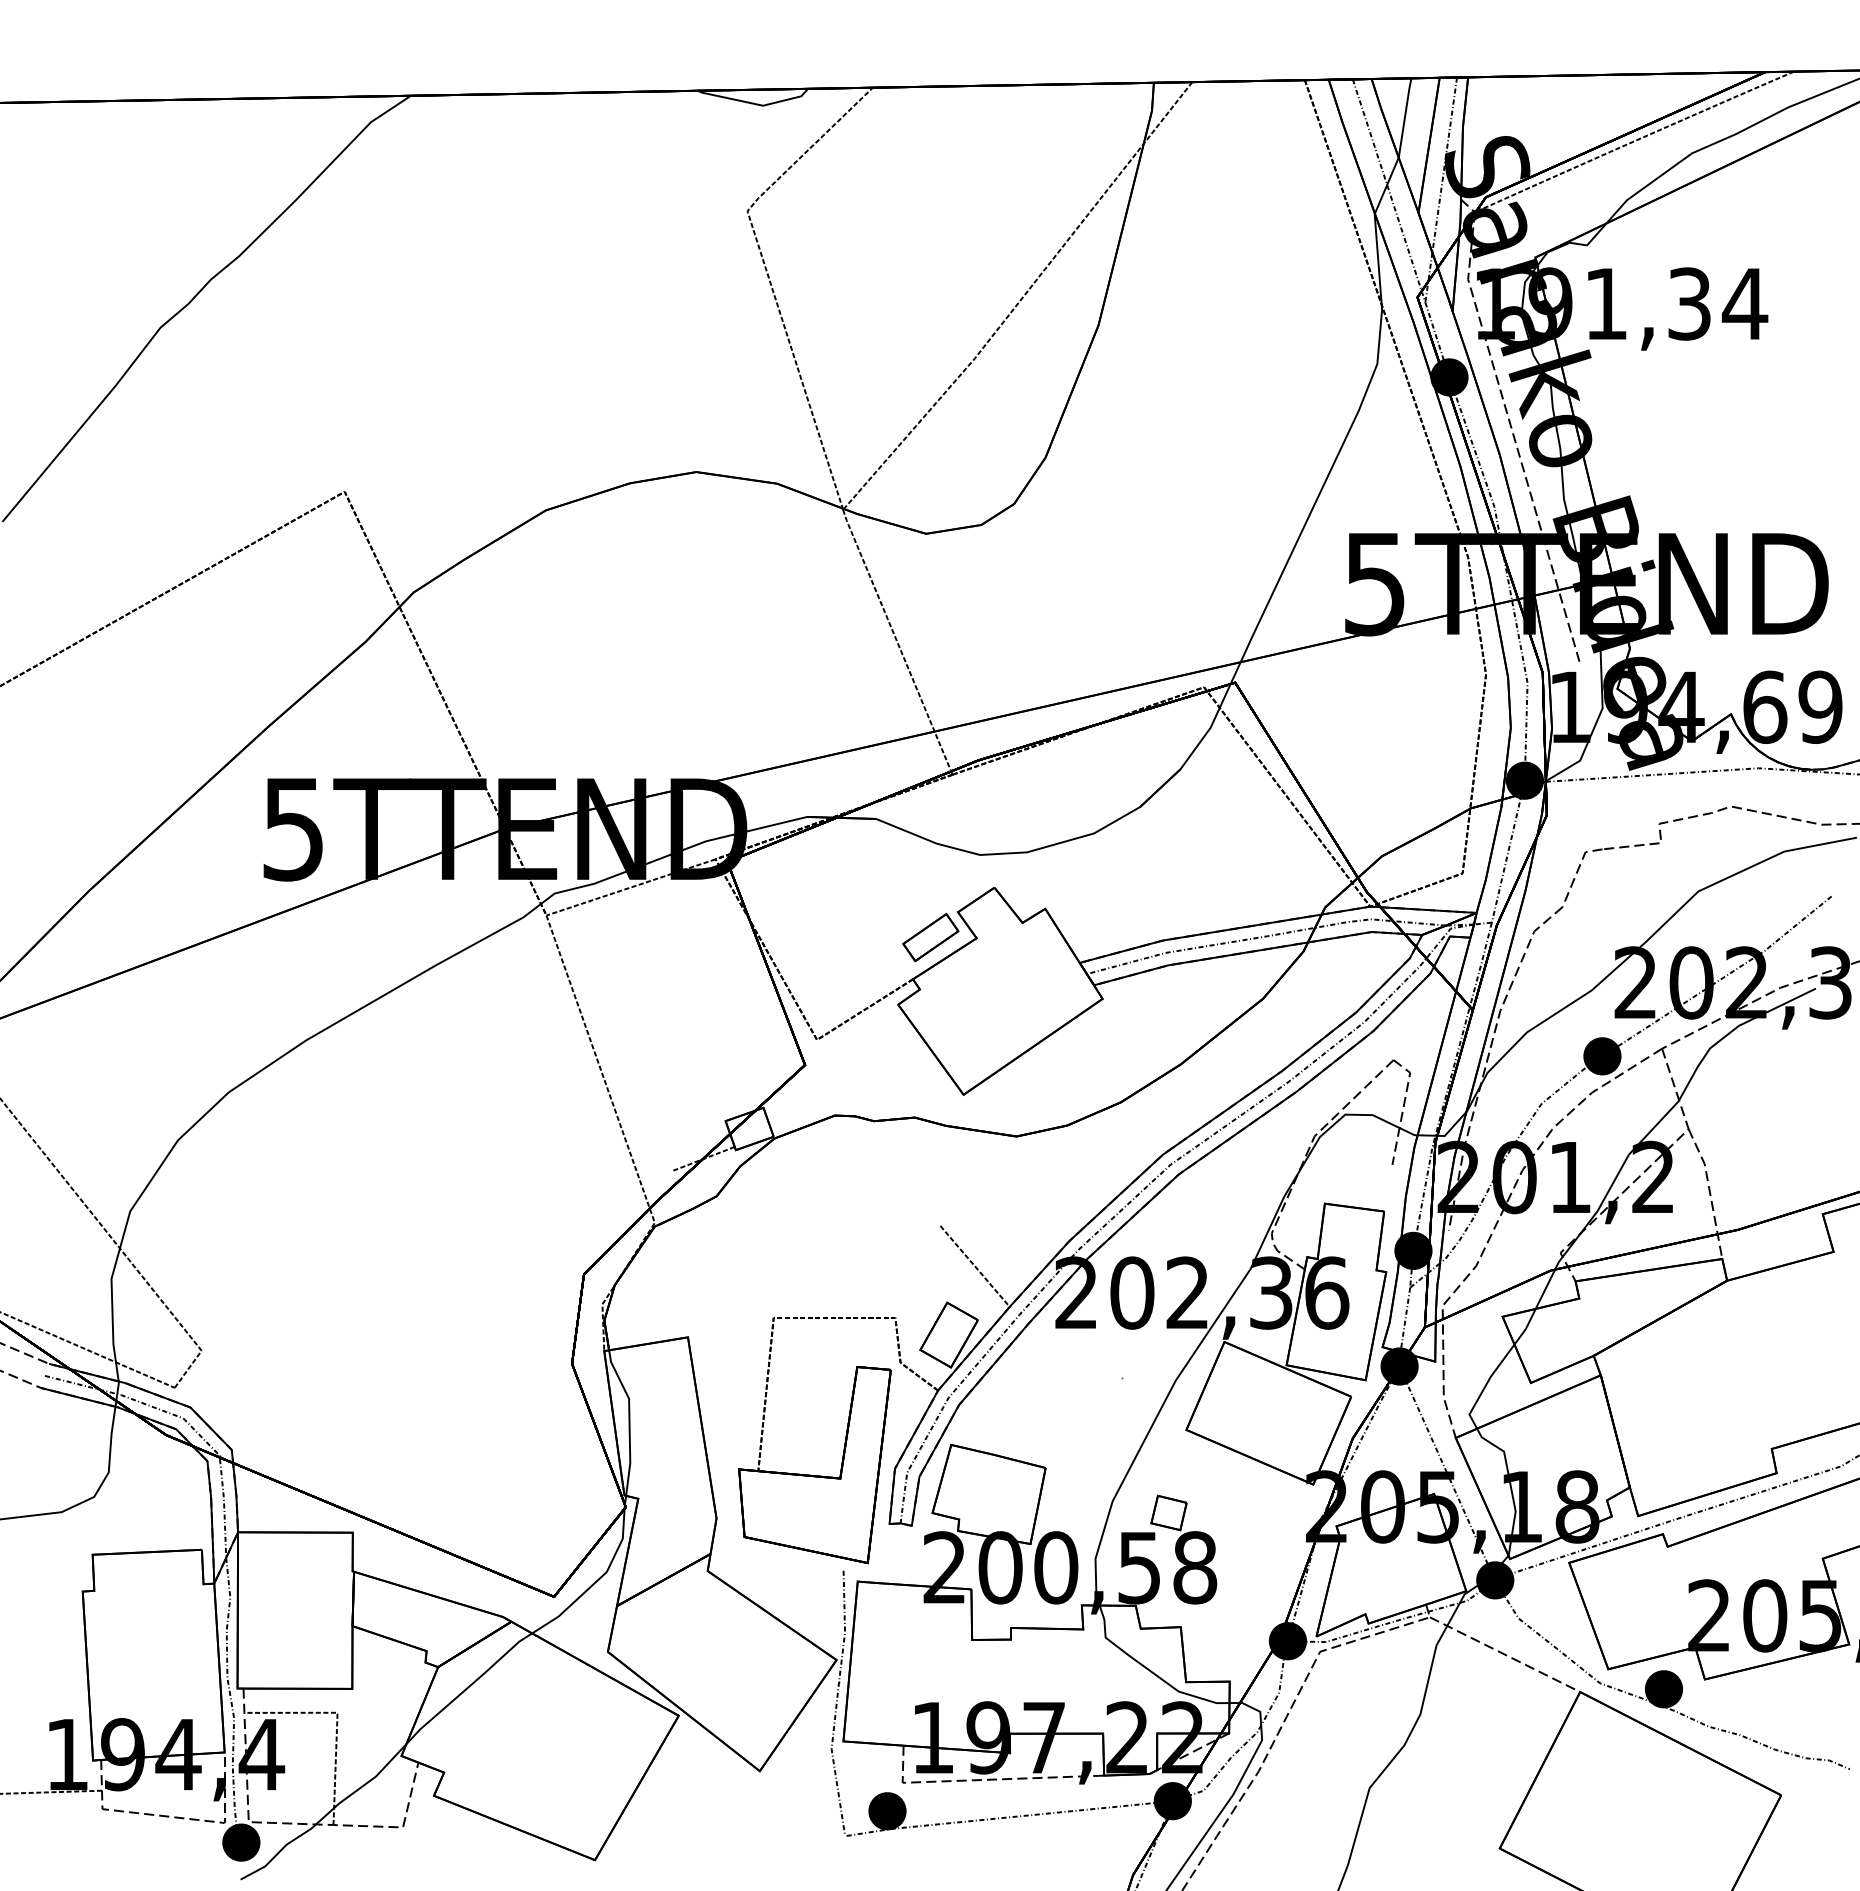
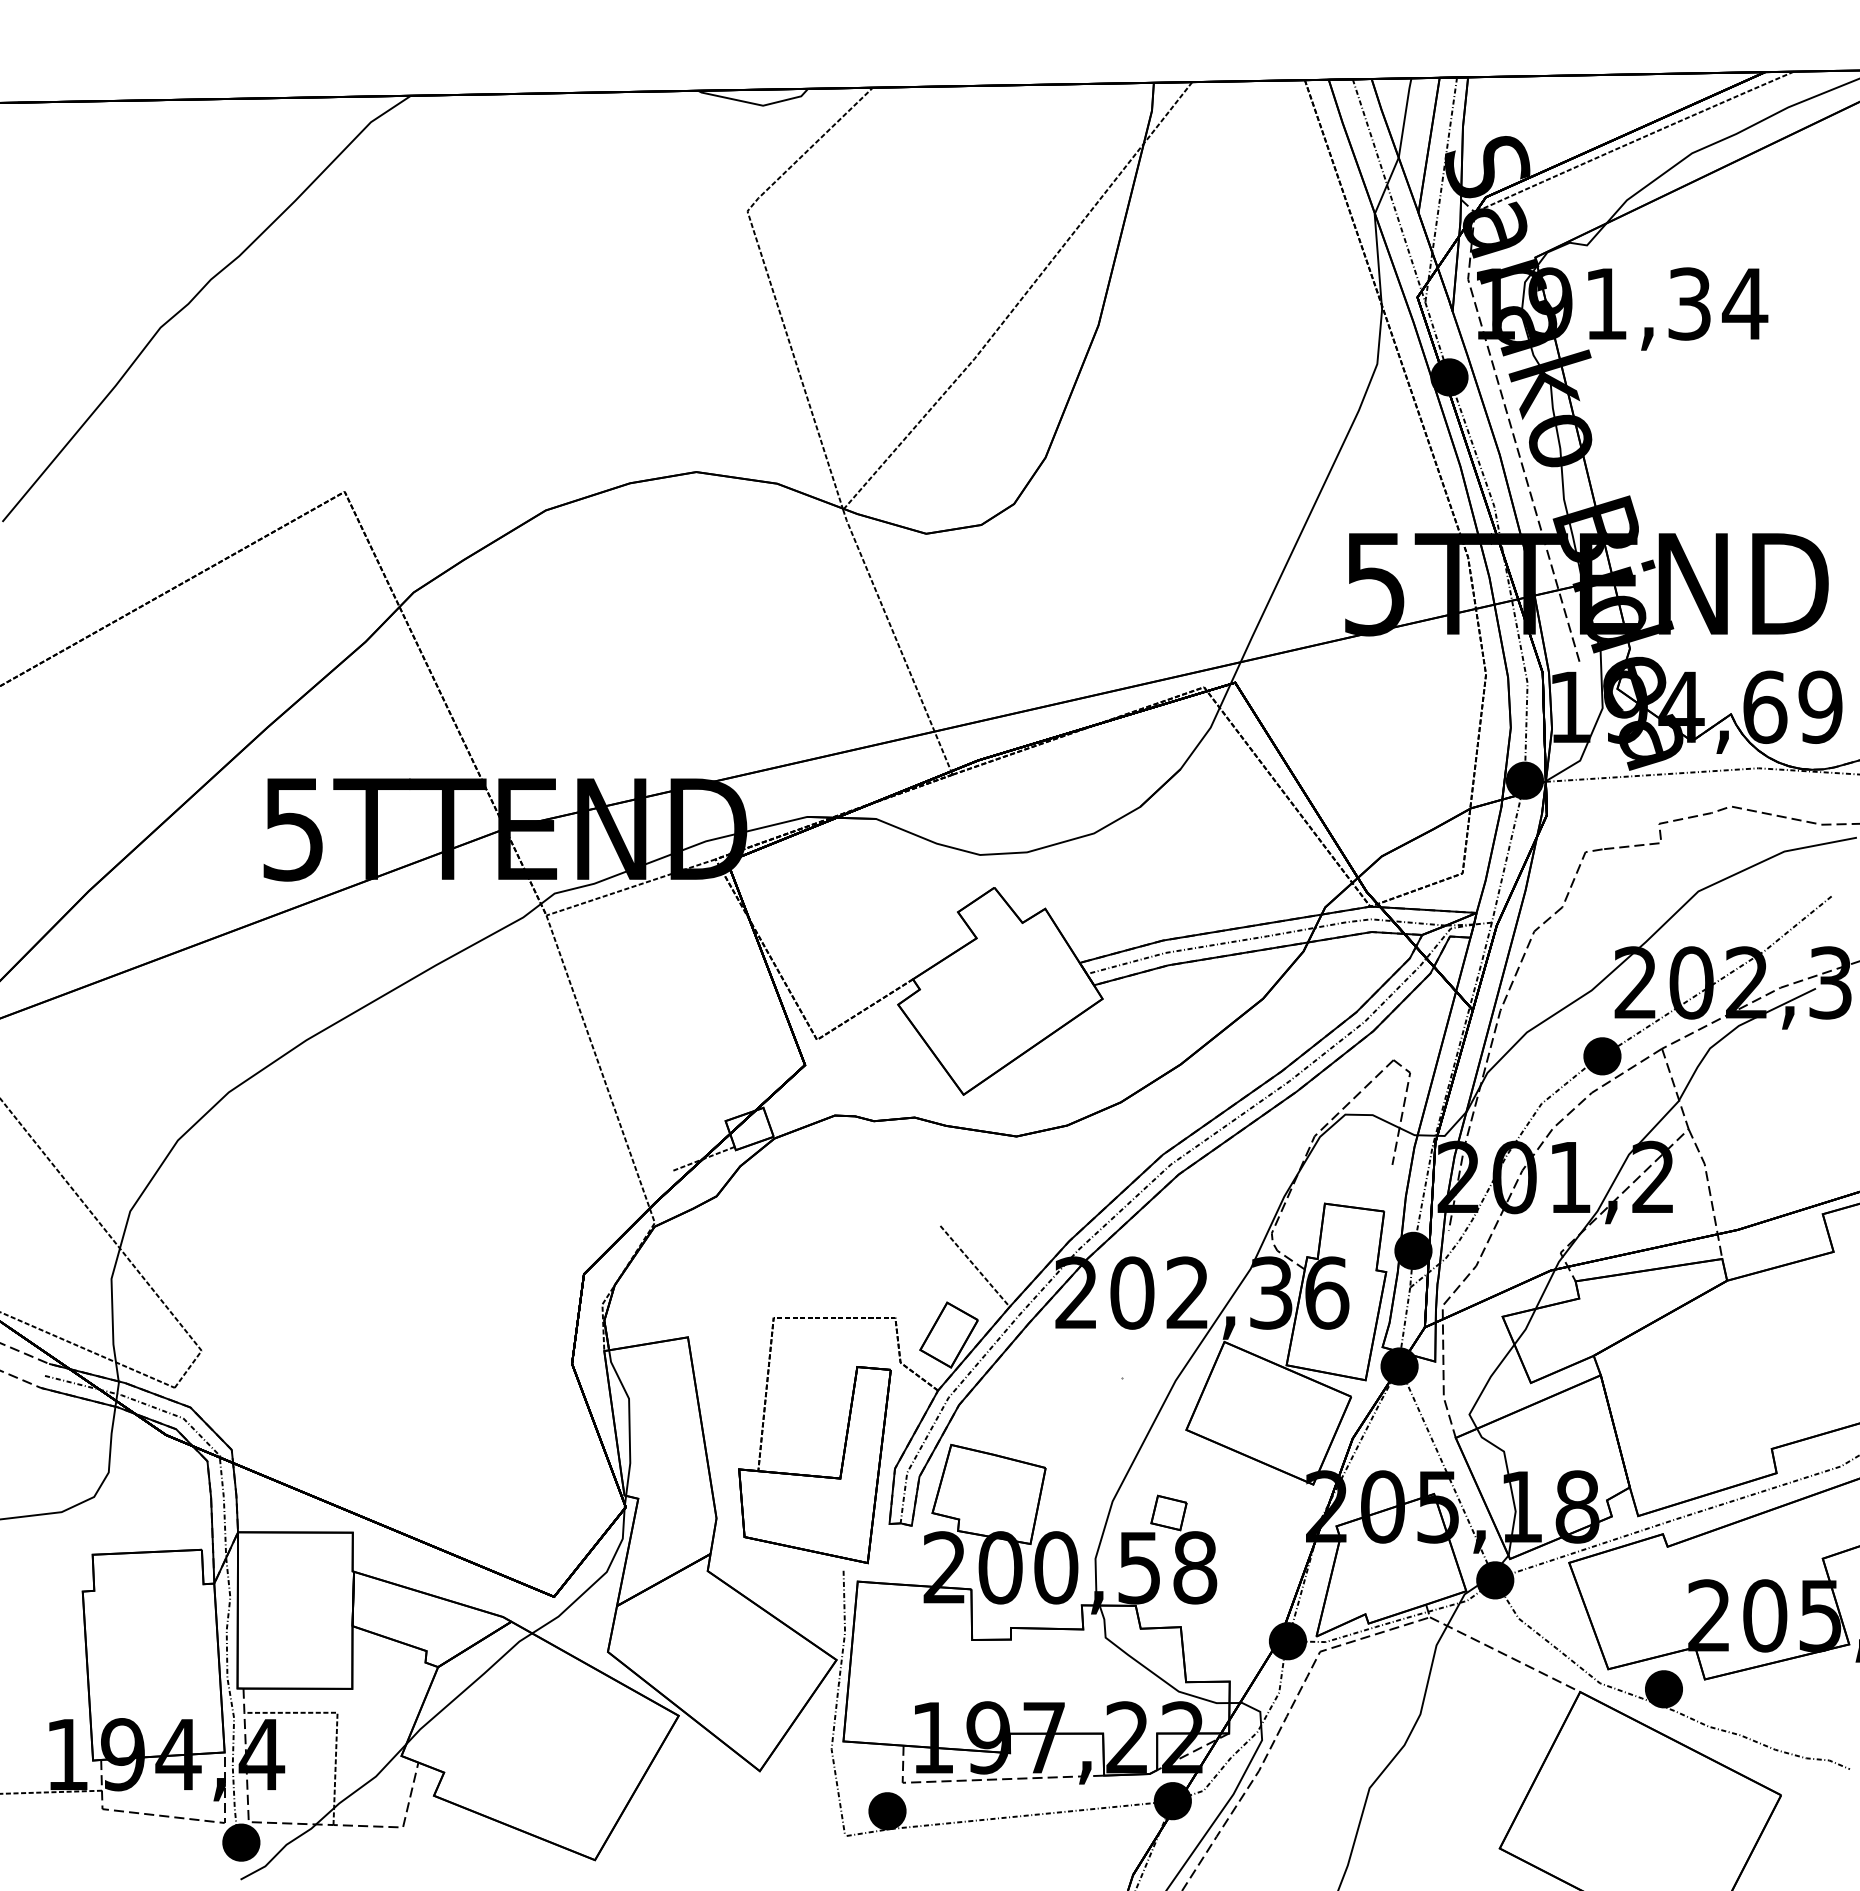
part at (930, 937): present -> none
